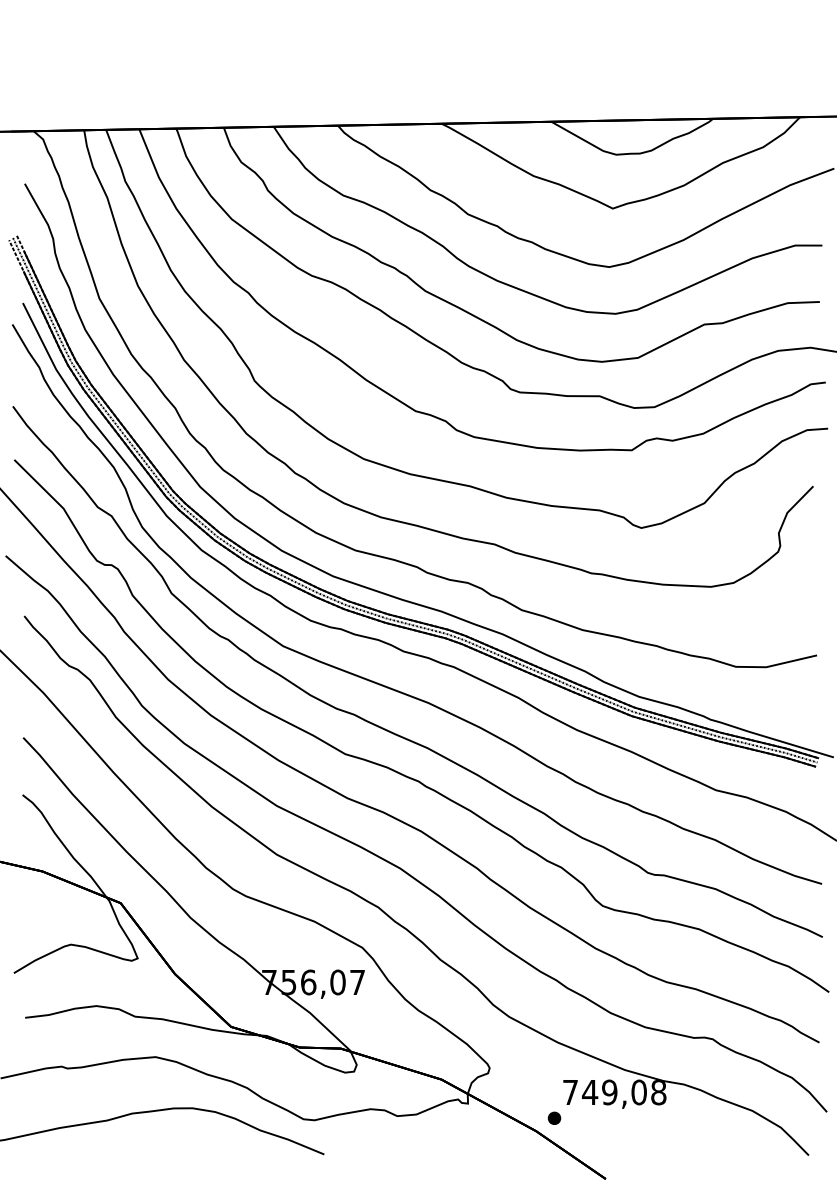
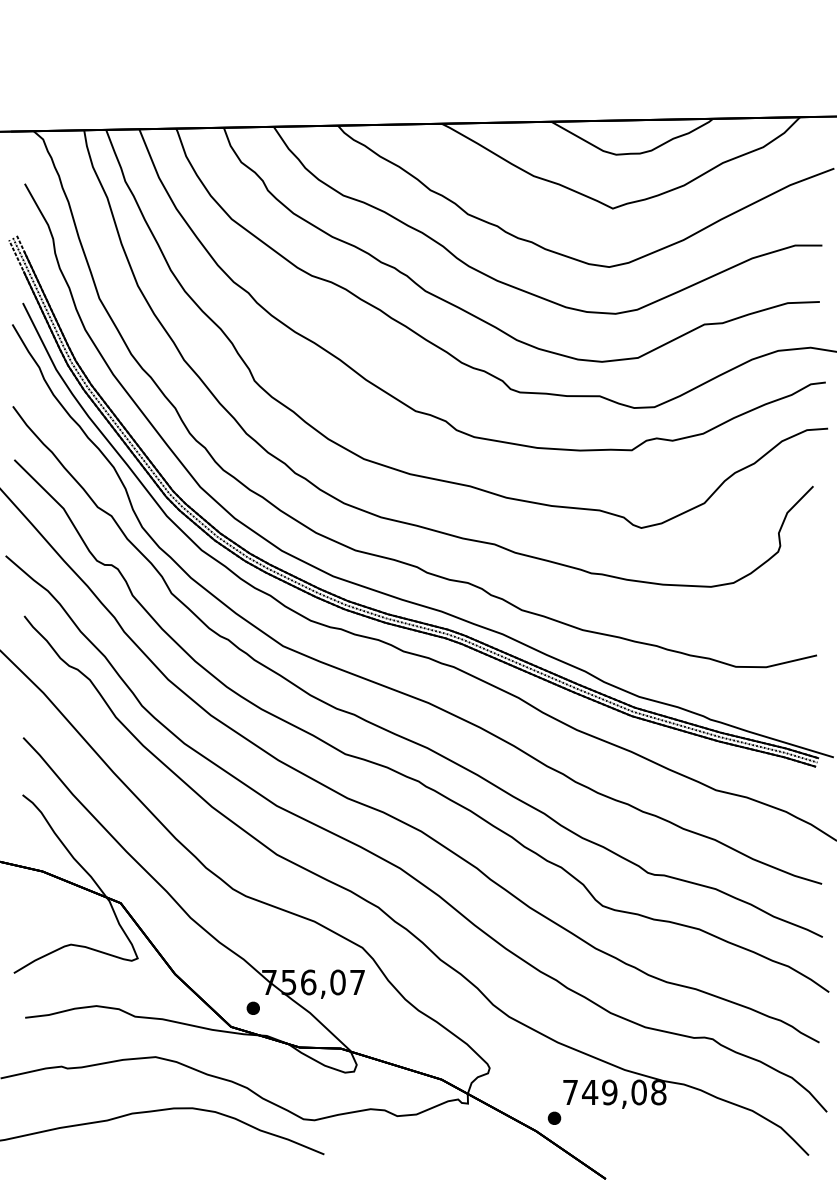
part at (252, 1007): none -> present
